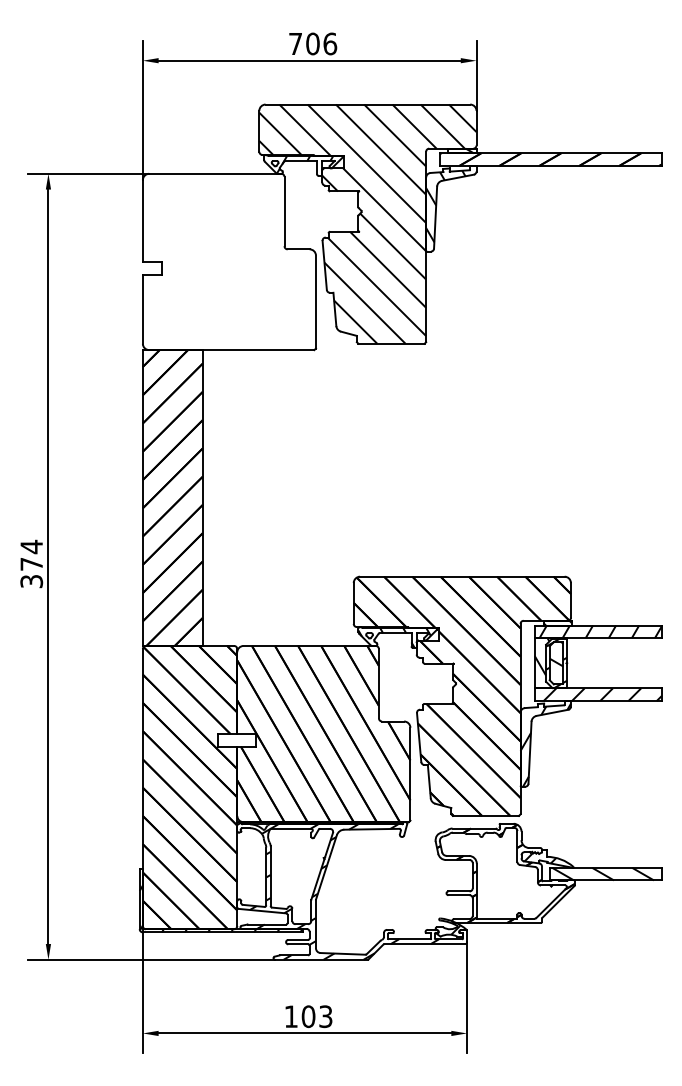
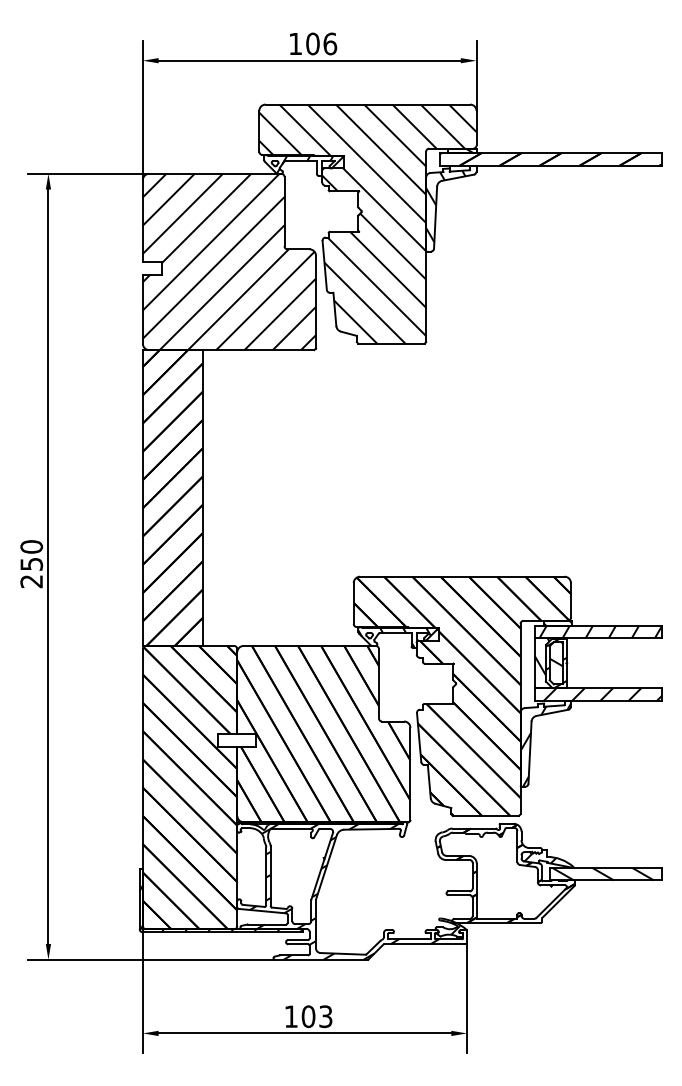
text at (295, 43): 706 -> 106
hatch at (228, 261): none -> present
text at (31, 563): 374 -> 250
